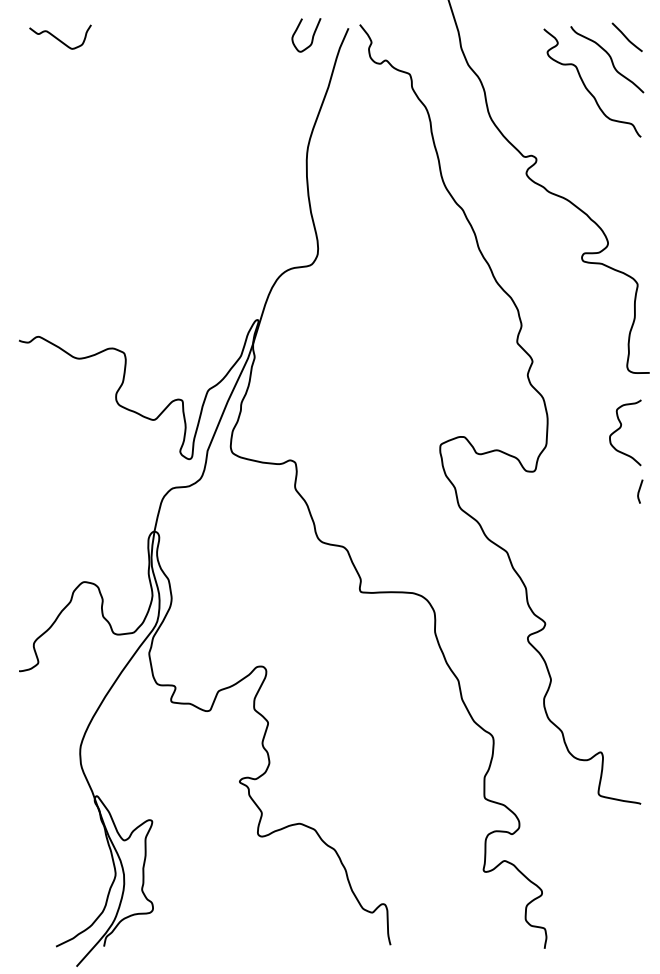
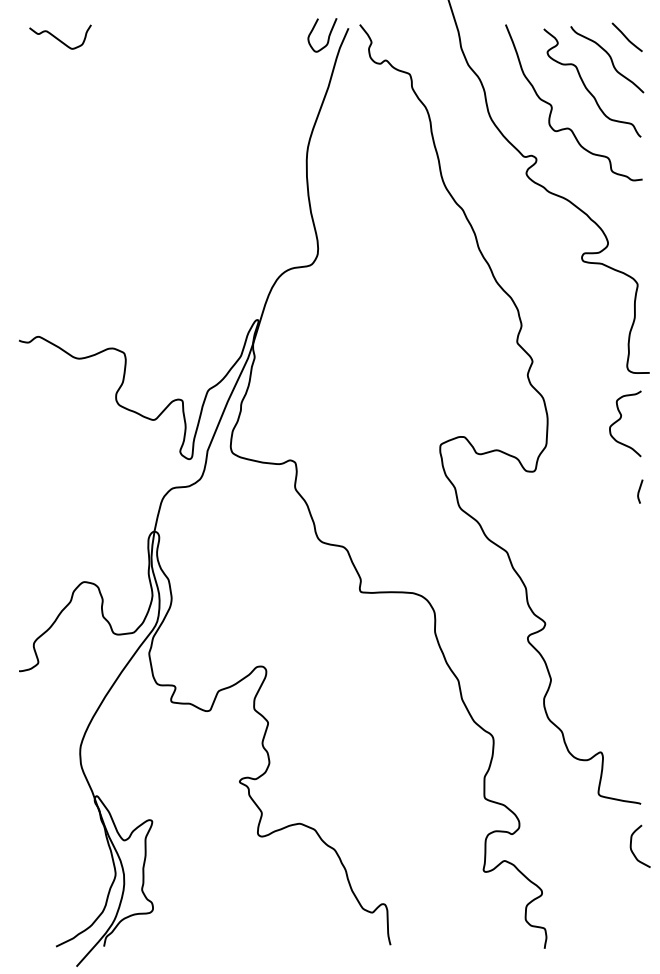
curve at (312, 35) position: (312, 35) -> (328, 35)
curve at (552, 105): none -> present
curve at (621, 427) position: (621, 427) -> (621, 418)
curve at (631, 845): none -> present
